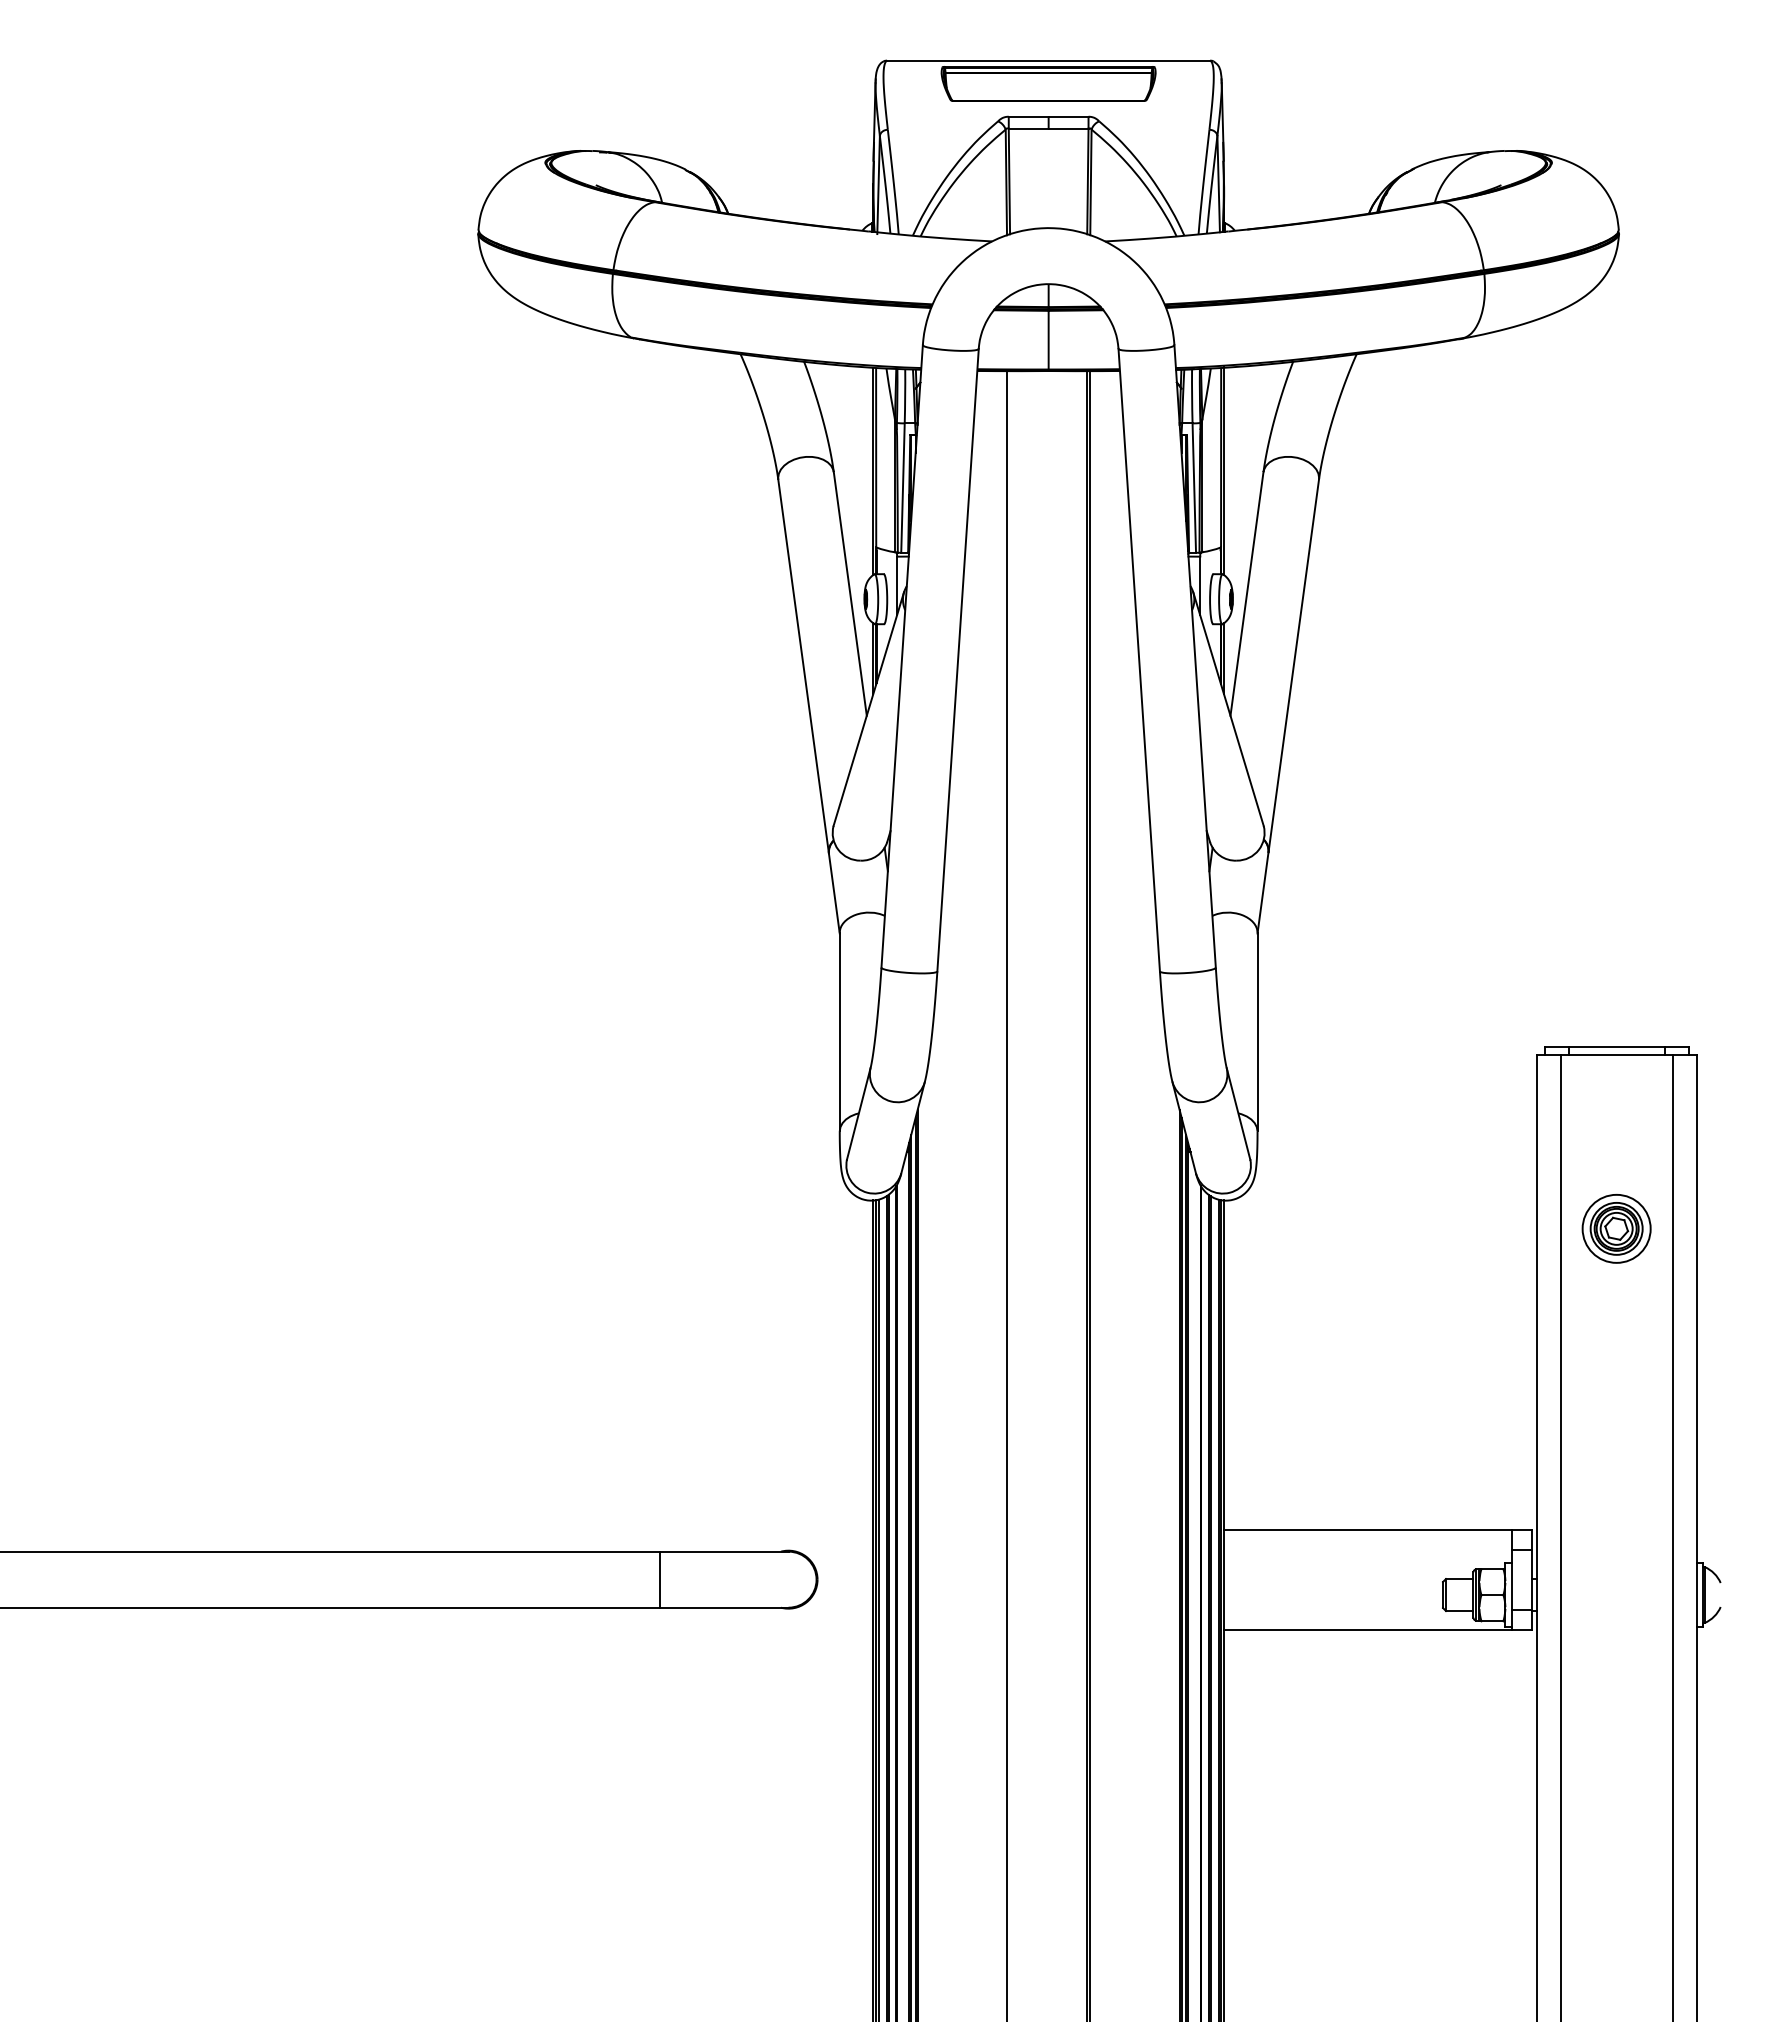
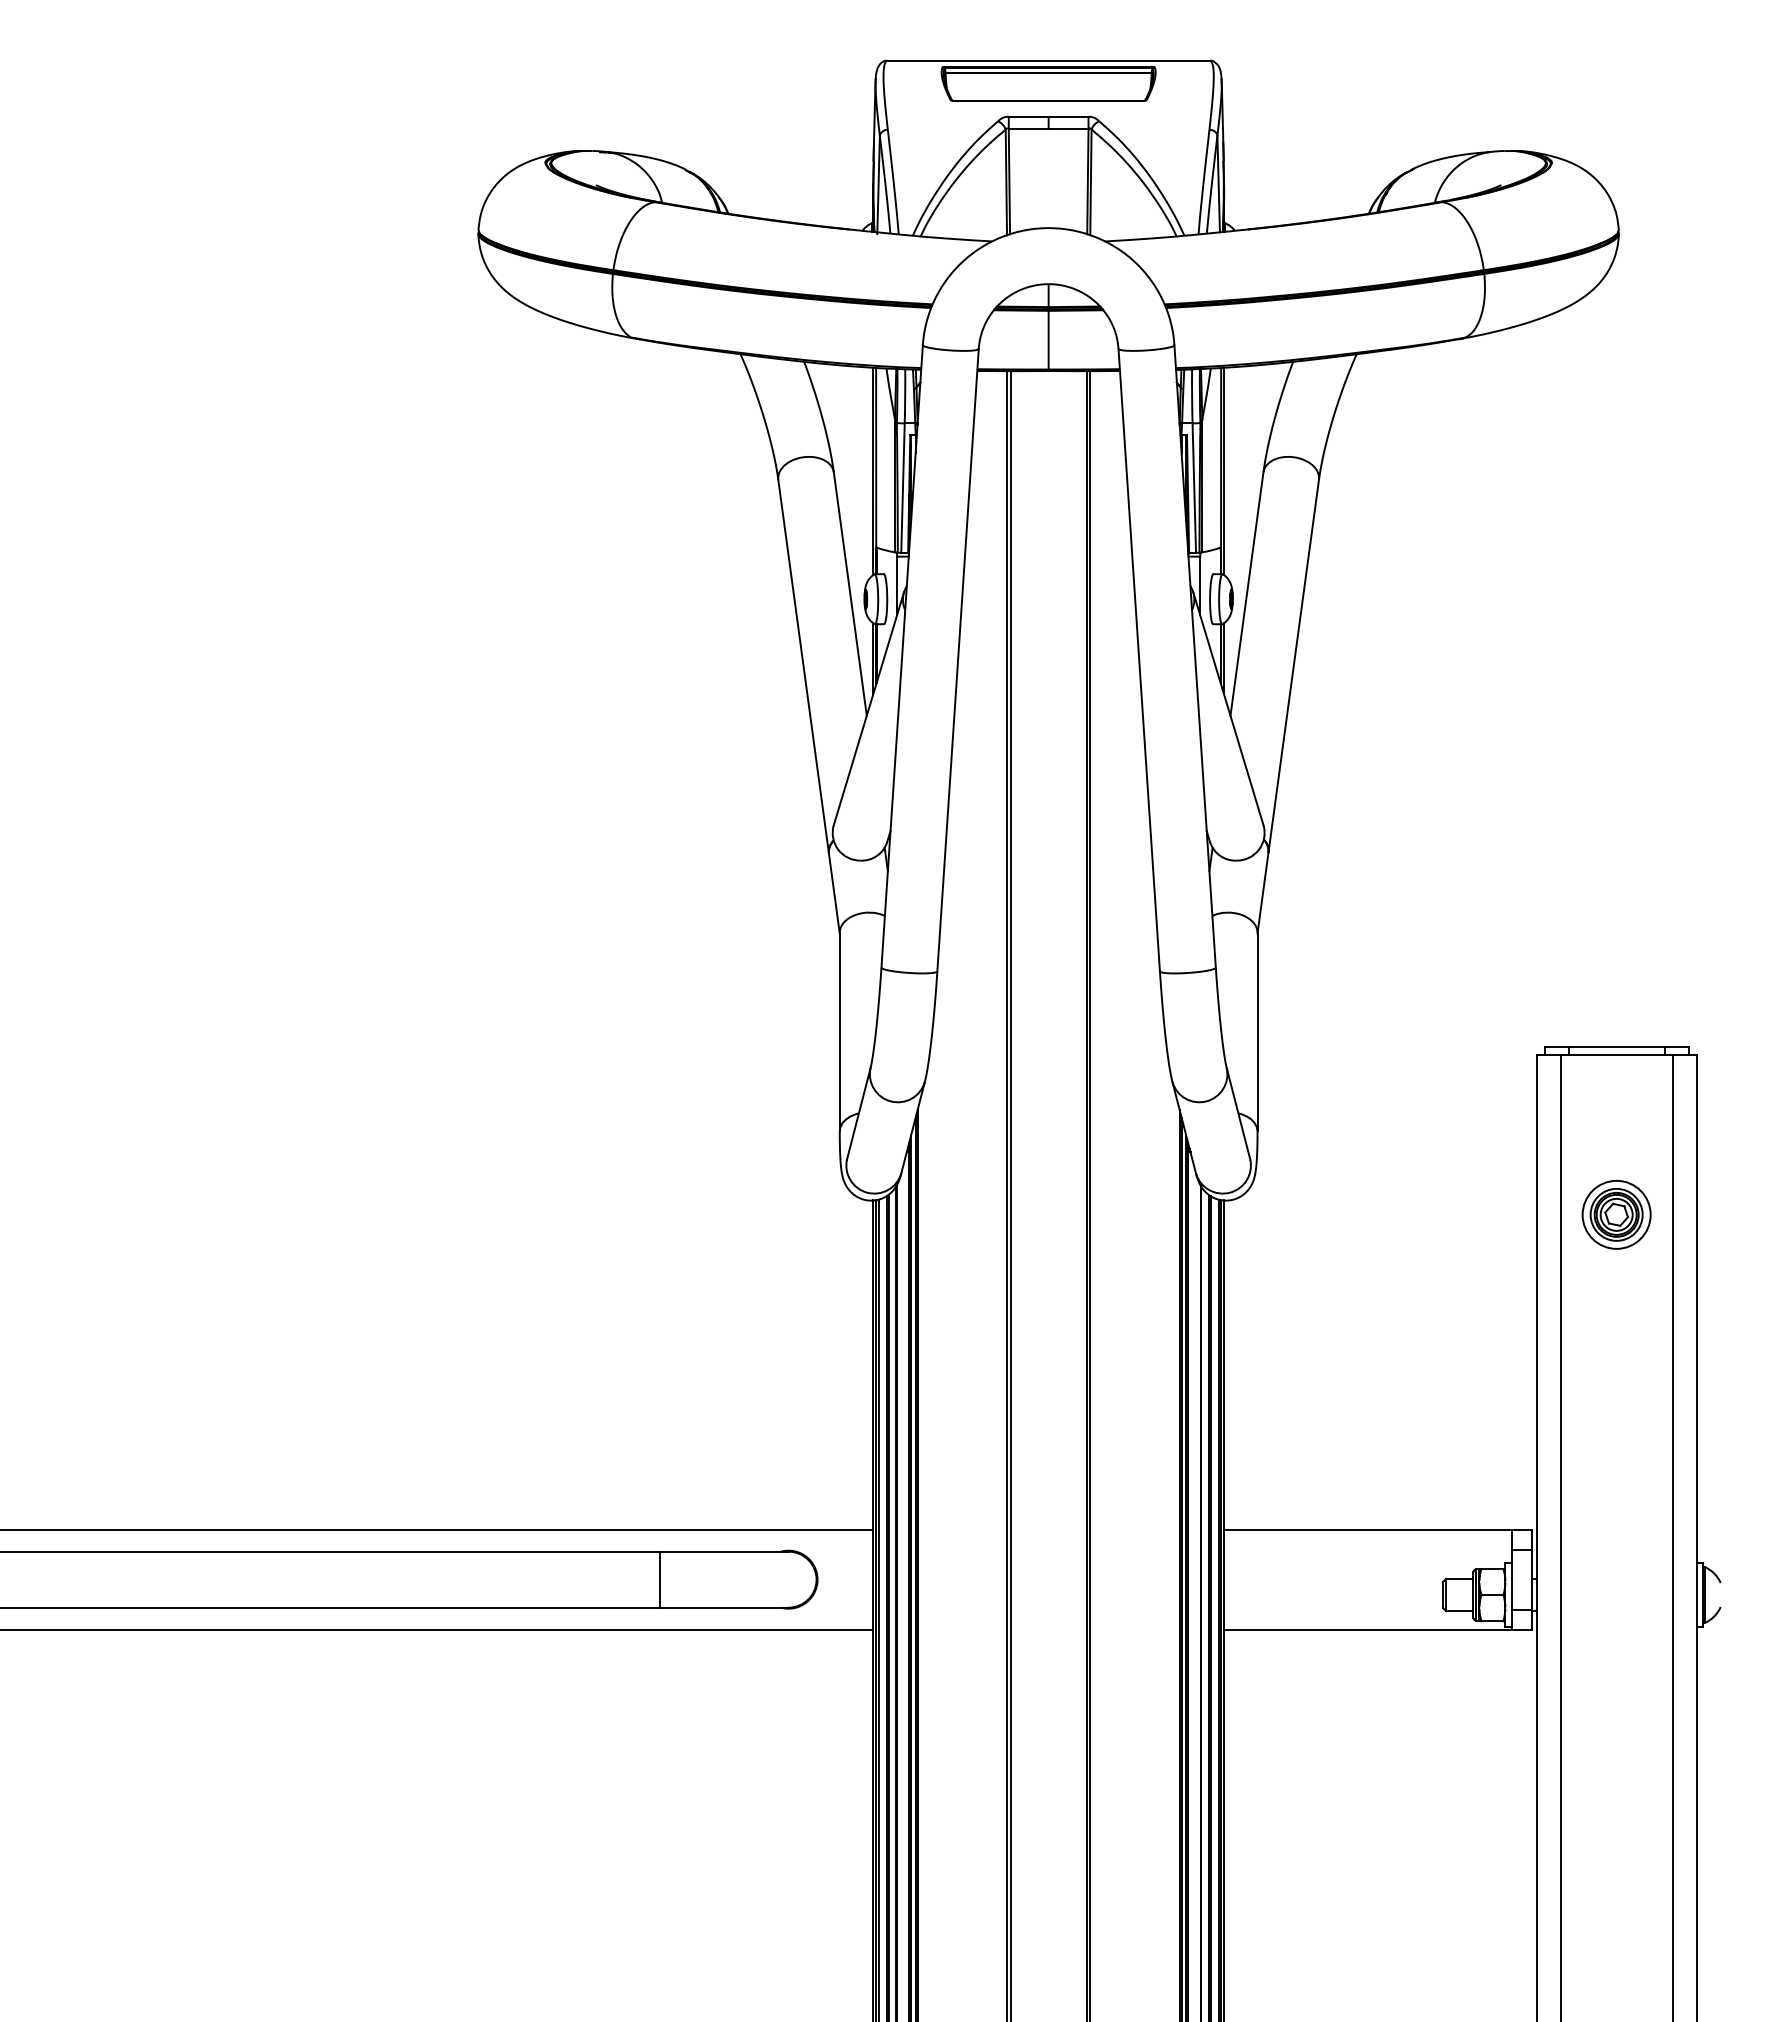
line at (1010, 1194): none -> present
part at (1616, 1228) position: (1616, 1228) -> (1616, 1214)
line at (437, 1529): none -> present
line at (437, 1629): none -> present
